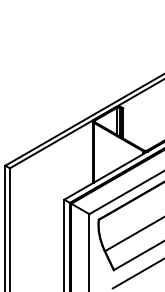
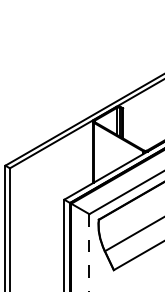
line at (89, 252): solid -> dashed
line at (136, 274): present -> none
